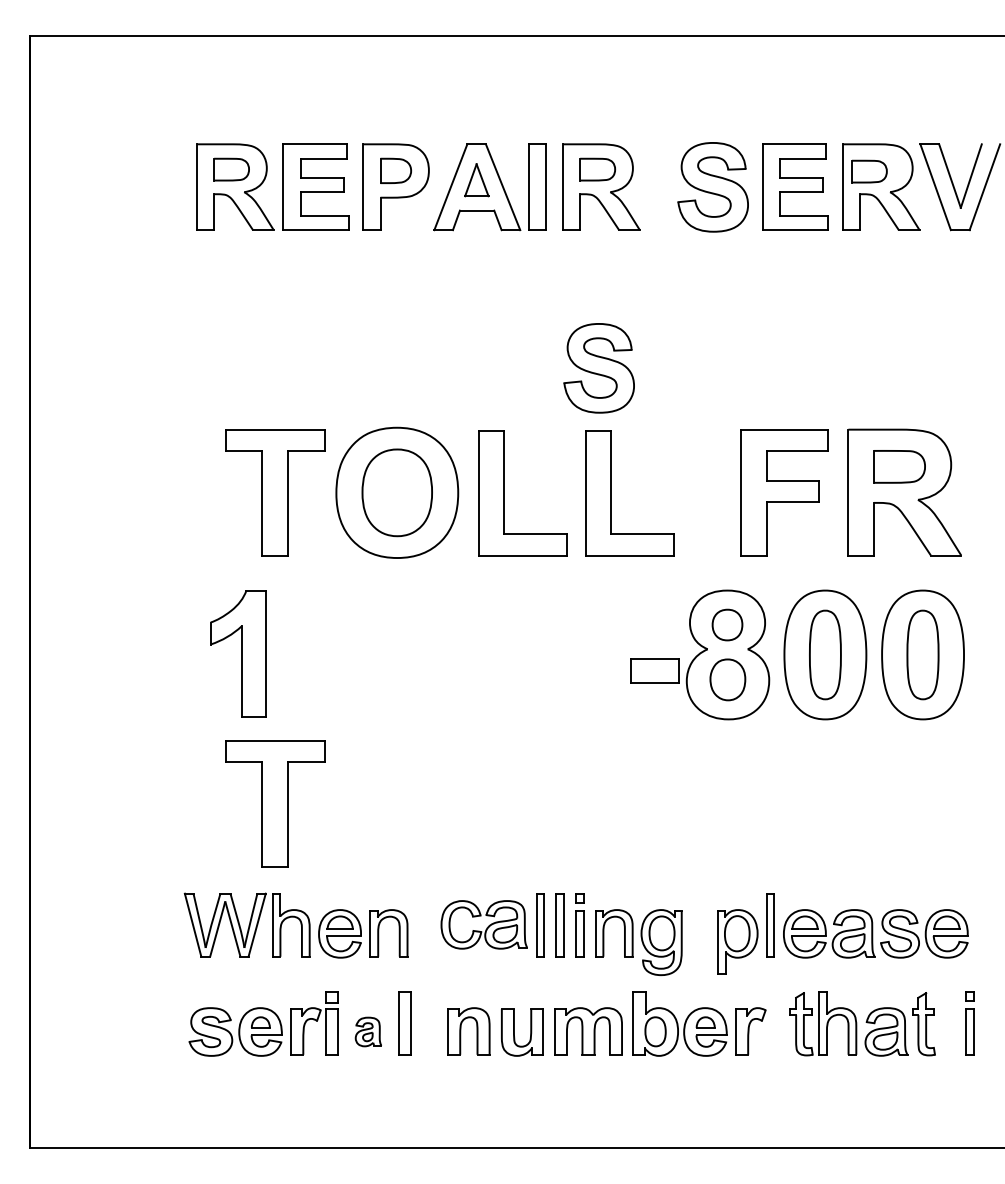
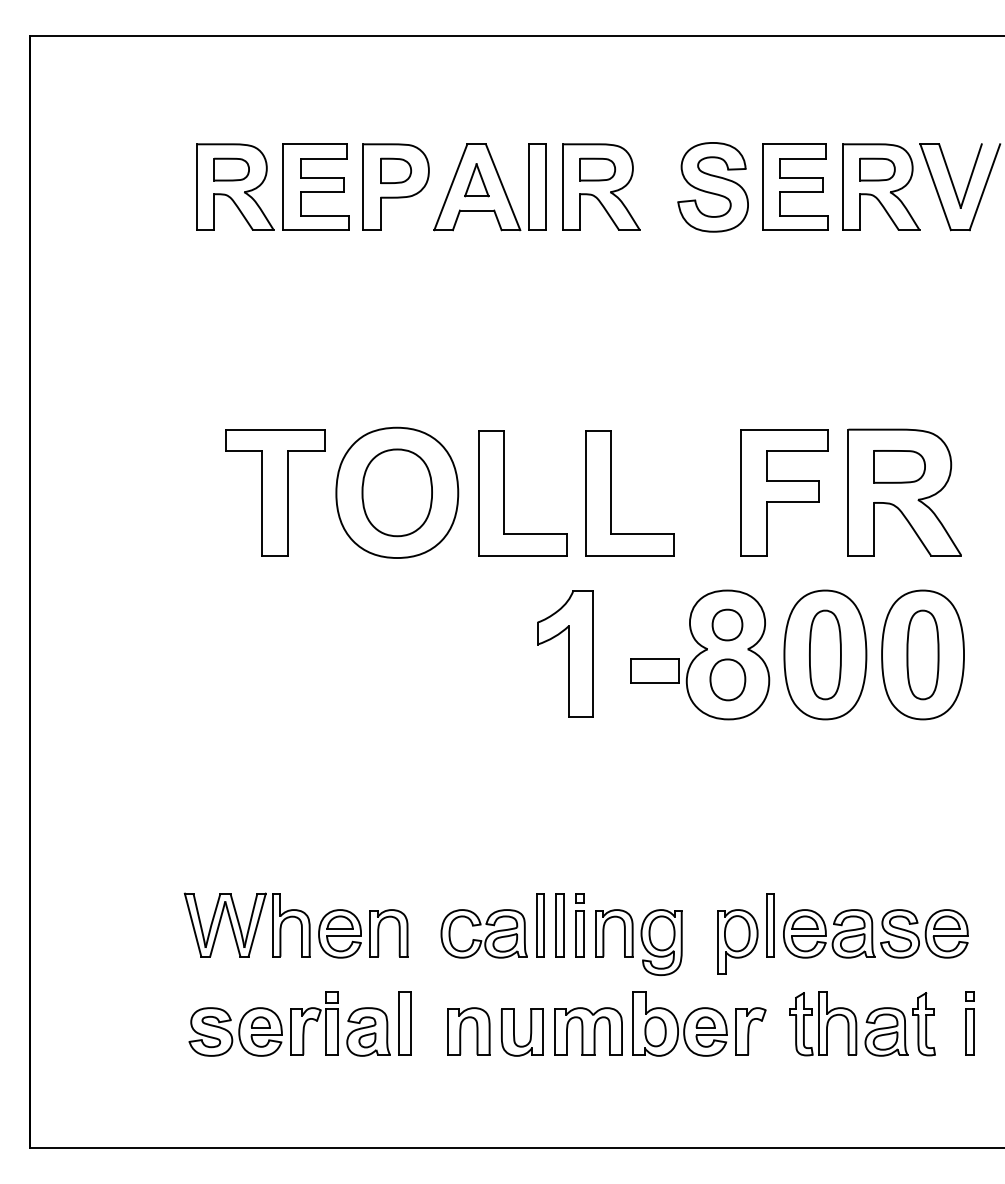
part at (869, 171) position: (869, 171) -> (877, 169)
part at (598, 368): present -> none
part at (238, 653) position: (238, 653) -> (565, 653)
part at (275, 803): present -> none
part at (483, 924) position: (483, 924) -> (483, 933)
part at (367, 1031) size: 28x32 px -> 45x50 px
